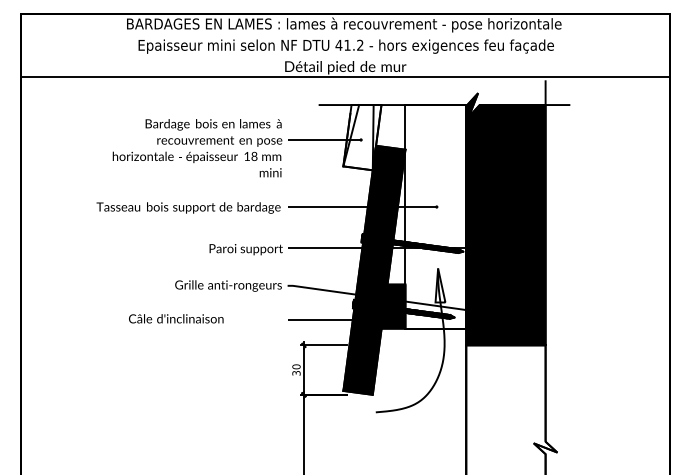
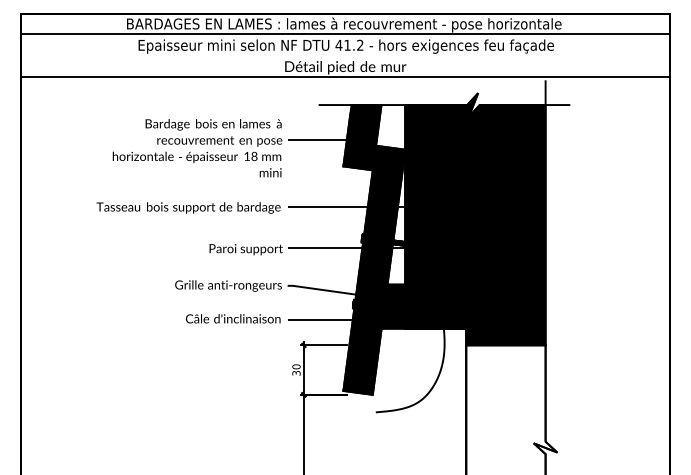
line at (345, 33): none -> present
fill at (362, 137): none -> present
fill at (435, 216): none -> present
text at (176, 318) position: (176, 318) -> (233, 318)
